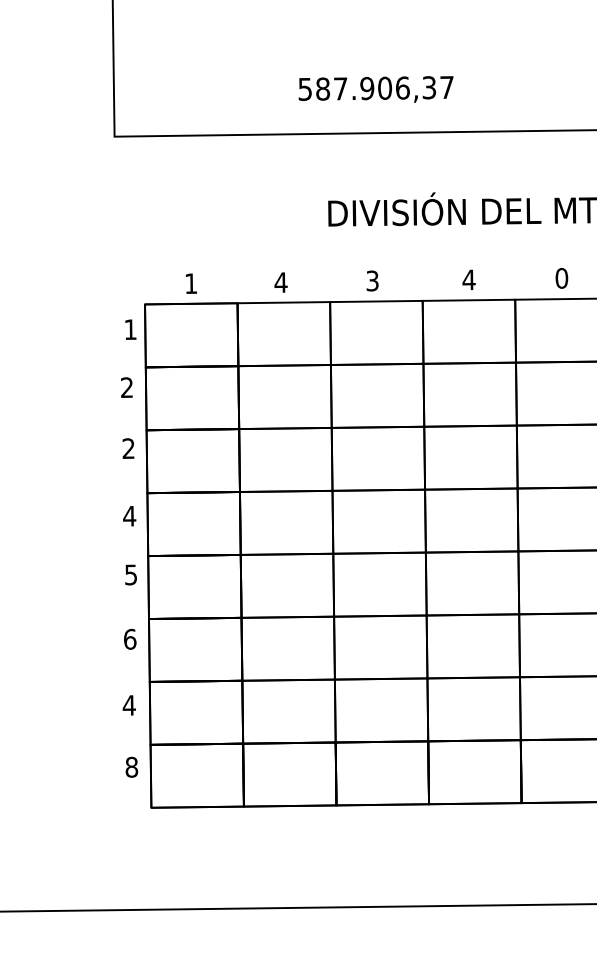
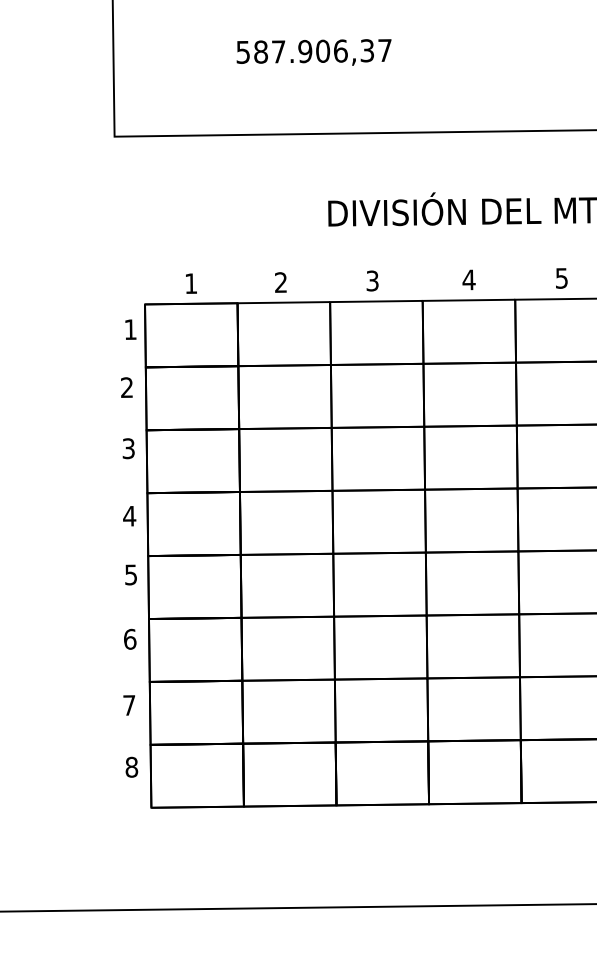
text at (375, 89) position: (375, 89) -> (313, 52)
text at (561, 278): 0 -> 5
text at (280, 282): 4 -> 2
text at (128, 448): 2 -> 3
text at (128, 705): 4 -> 7
